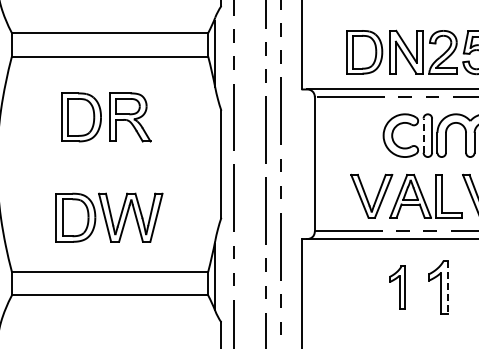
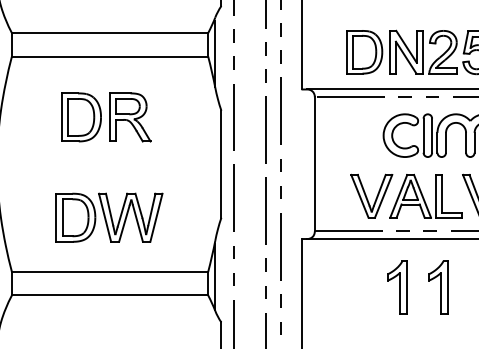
line at (423, 135): dashed -> solid
part at (397, 287) size: 17x45 px -> 21x55 px
line at (447, 287): dashed -> solid
